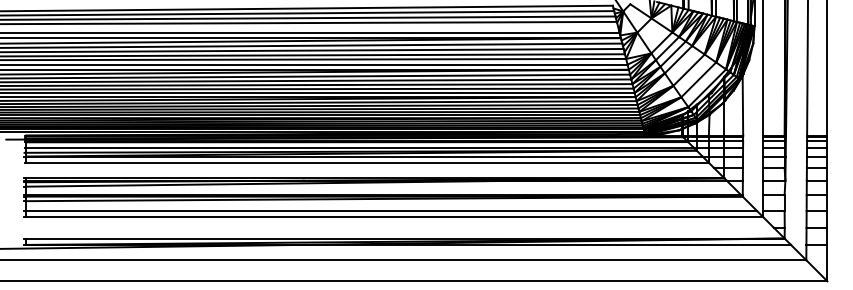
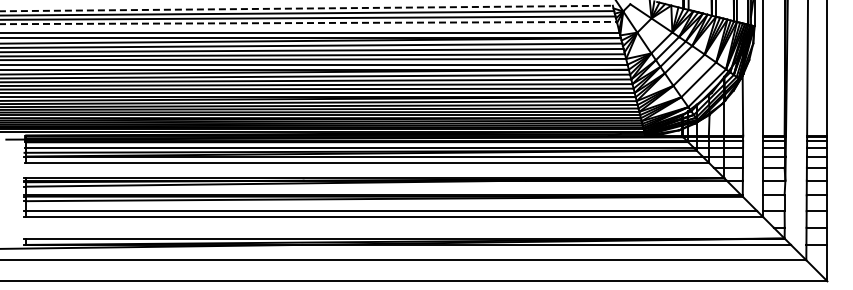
line at (306, 8): solid -> dashed
line at (308, 23): solid -> dashed
